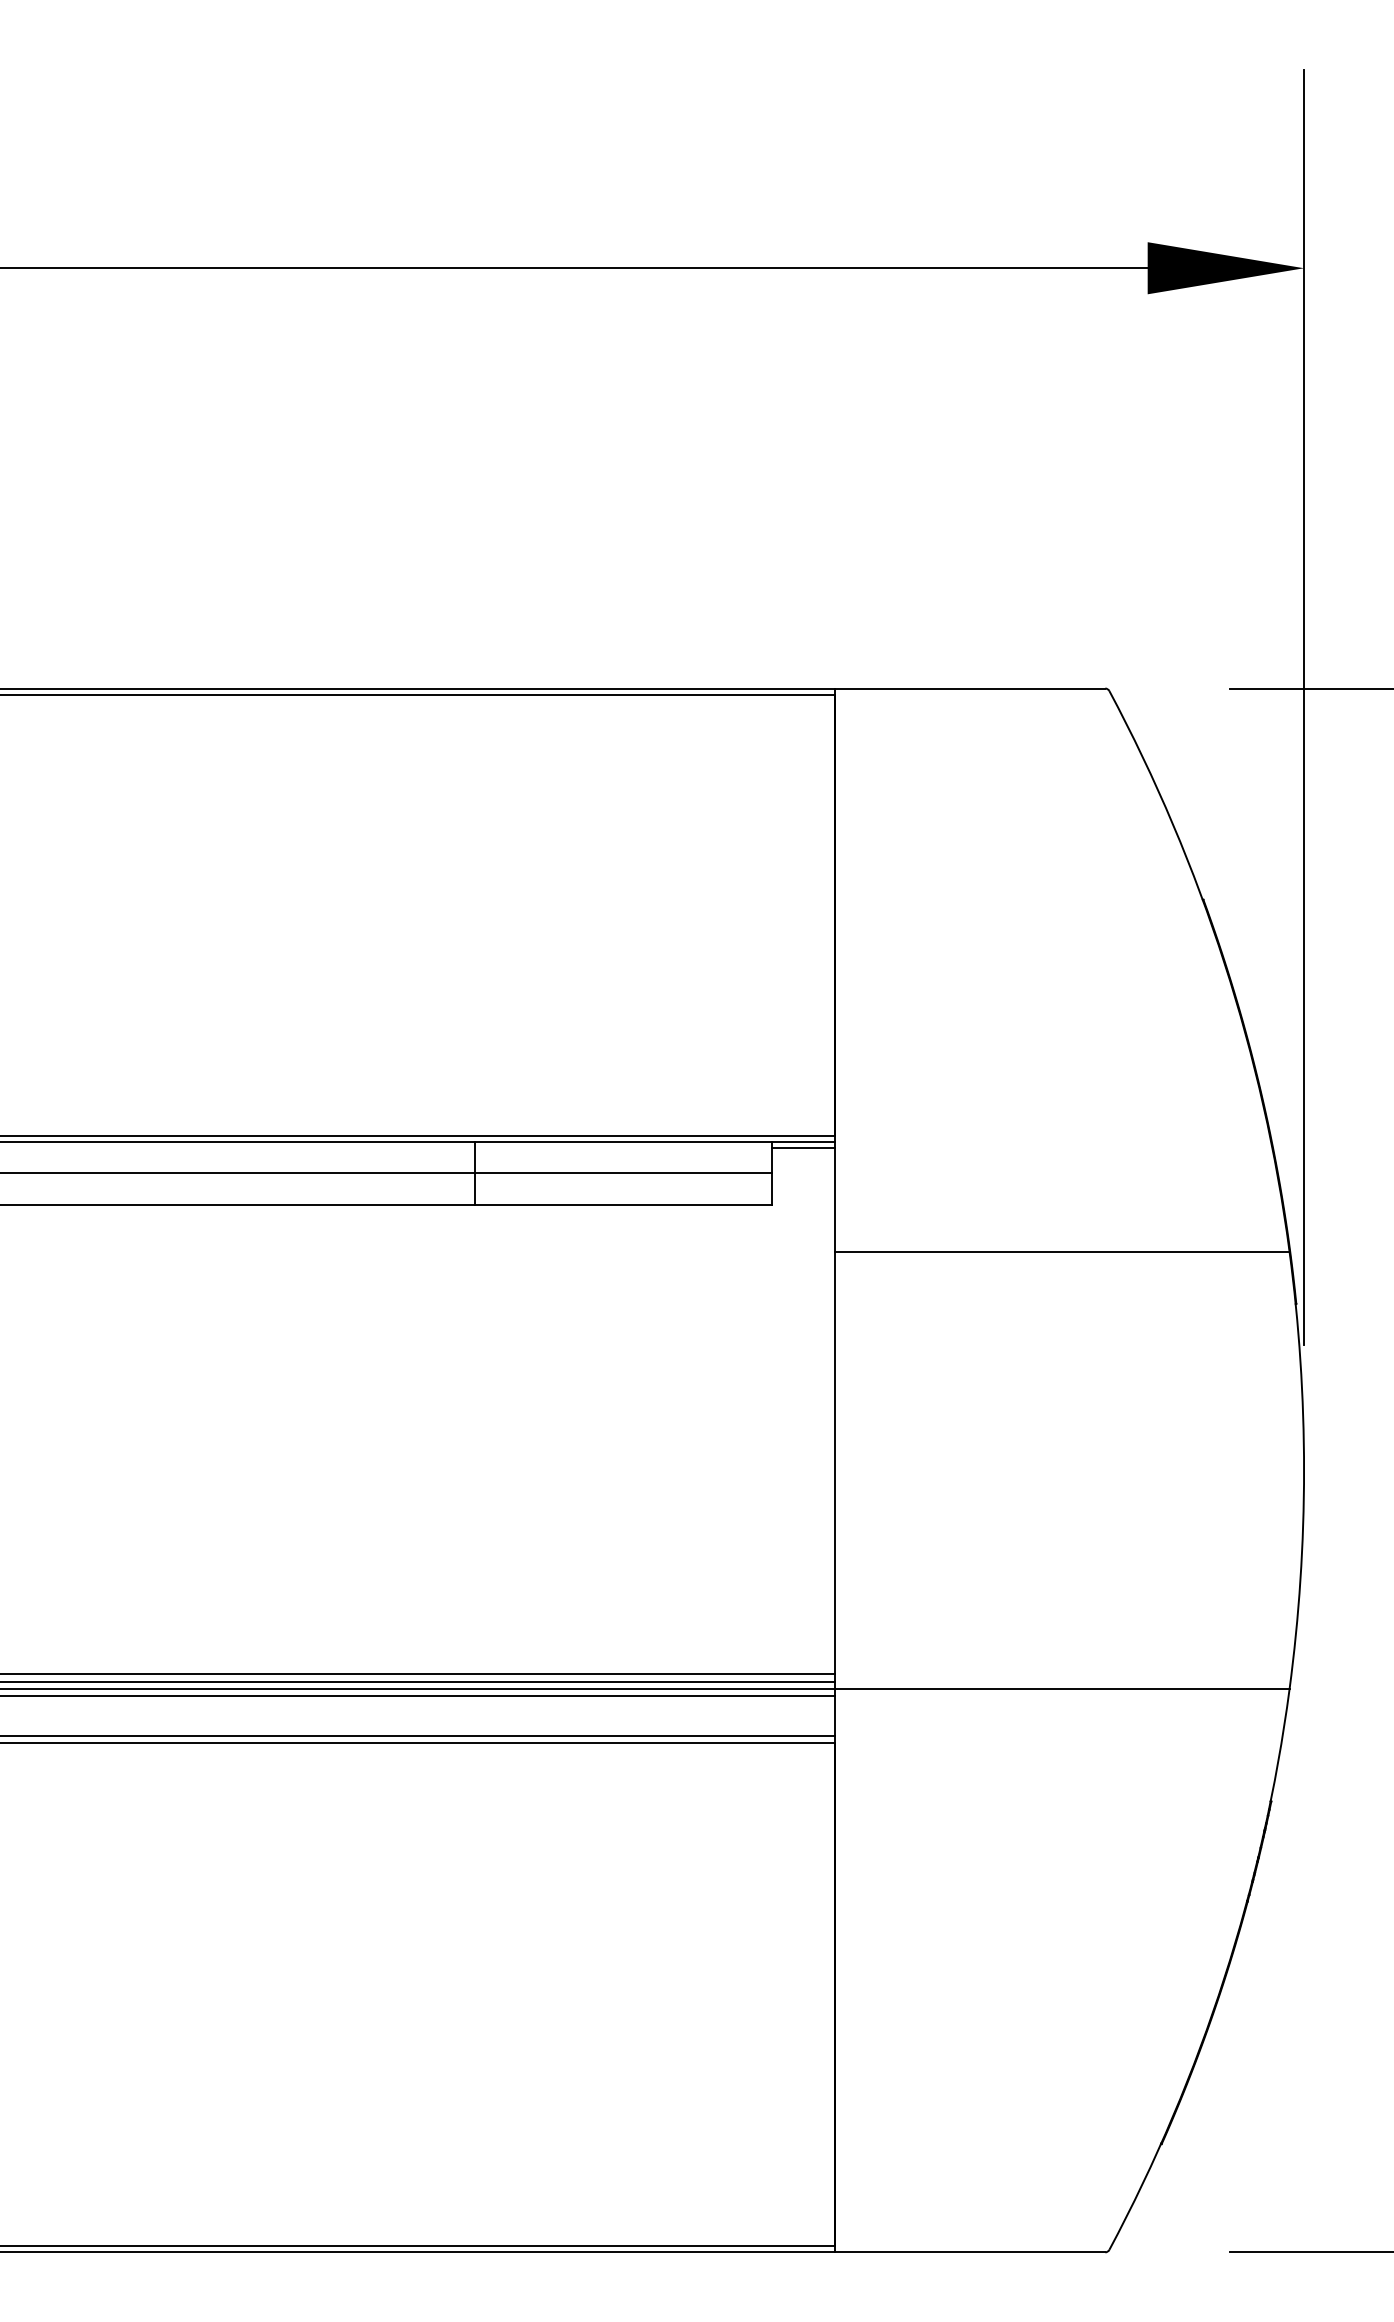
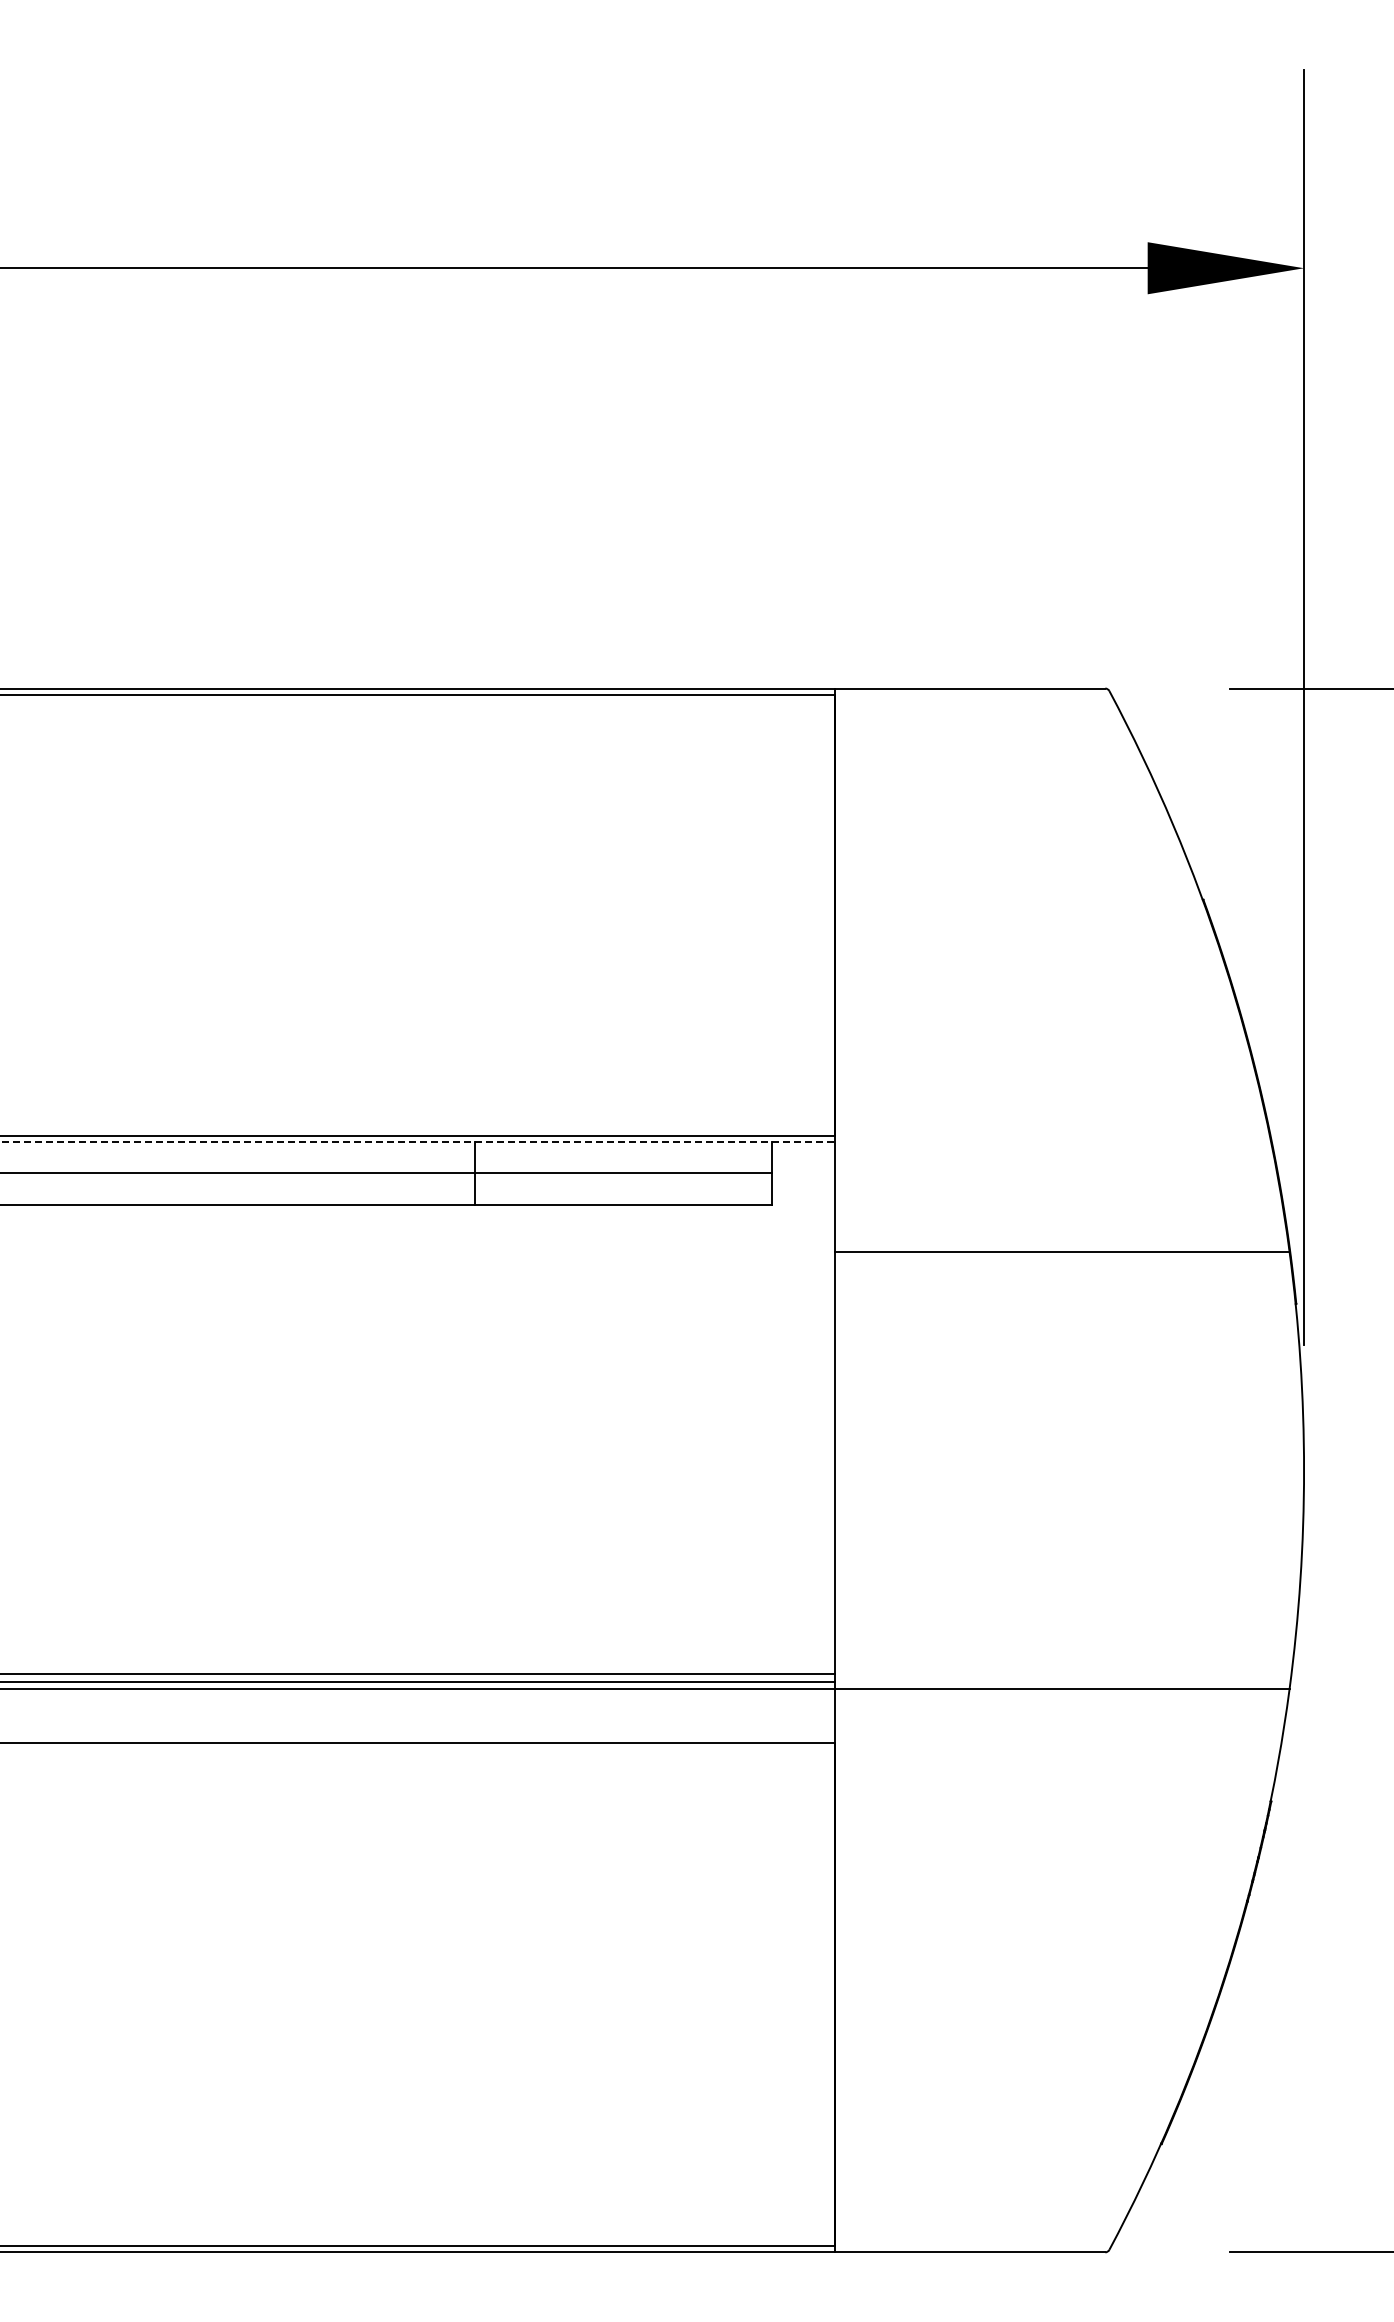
line at (417, 1142): solid -> dashed
line at (803, 1148): present -> none
line at (418, 1695): present -> none
line at (418, 1736): present -> none
